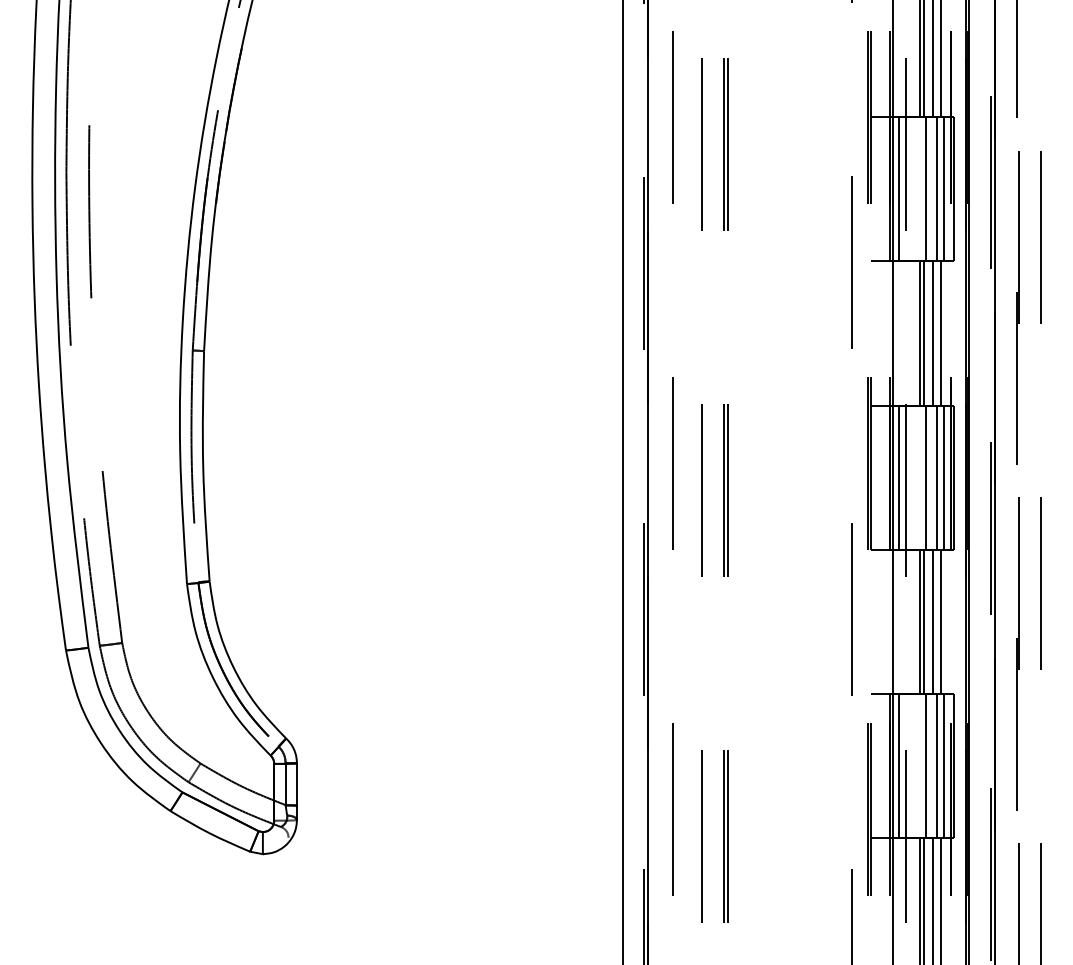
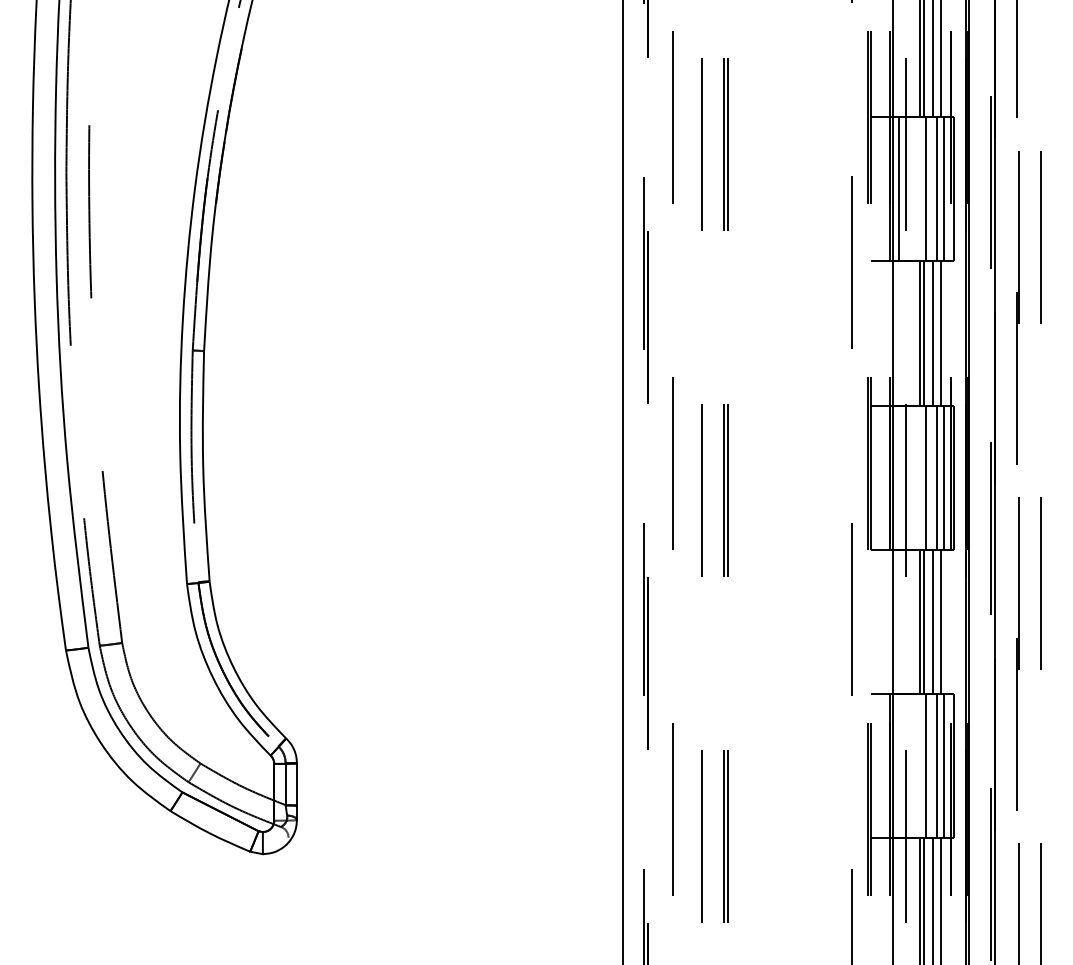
line at (898, 477): present -> none
line at (648, 483): solid -> dashed
line at (898, 766): present -> none
